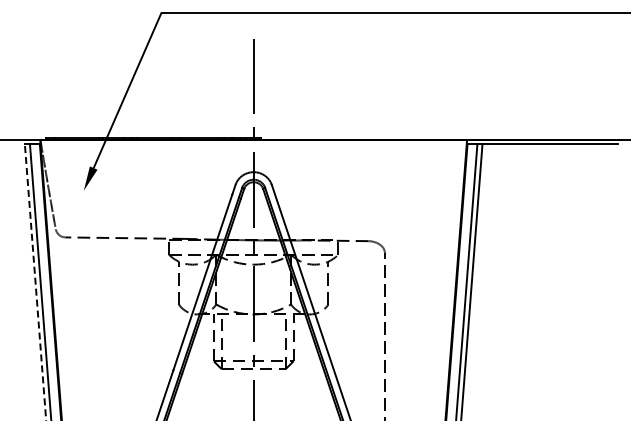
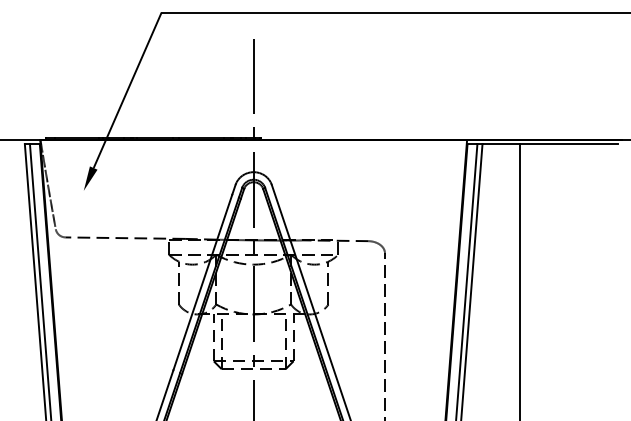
line at (519, 280): none -> present
line at (35, 281): dashed -> solid
